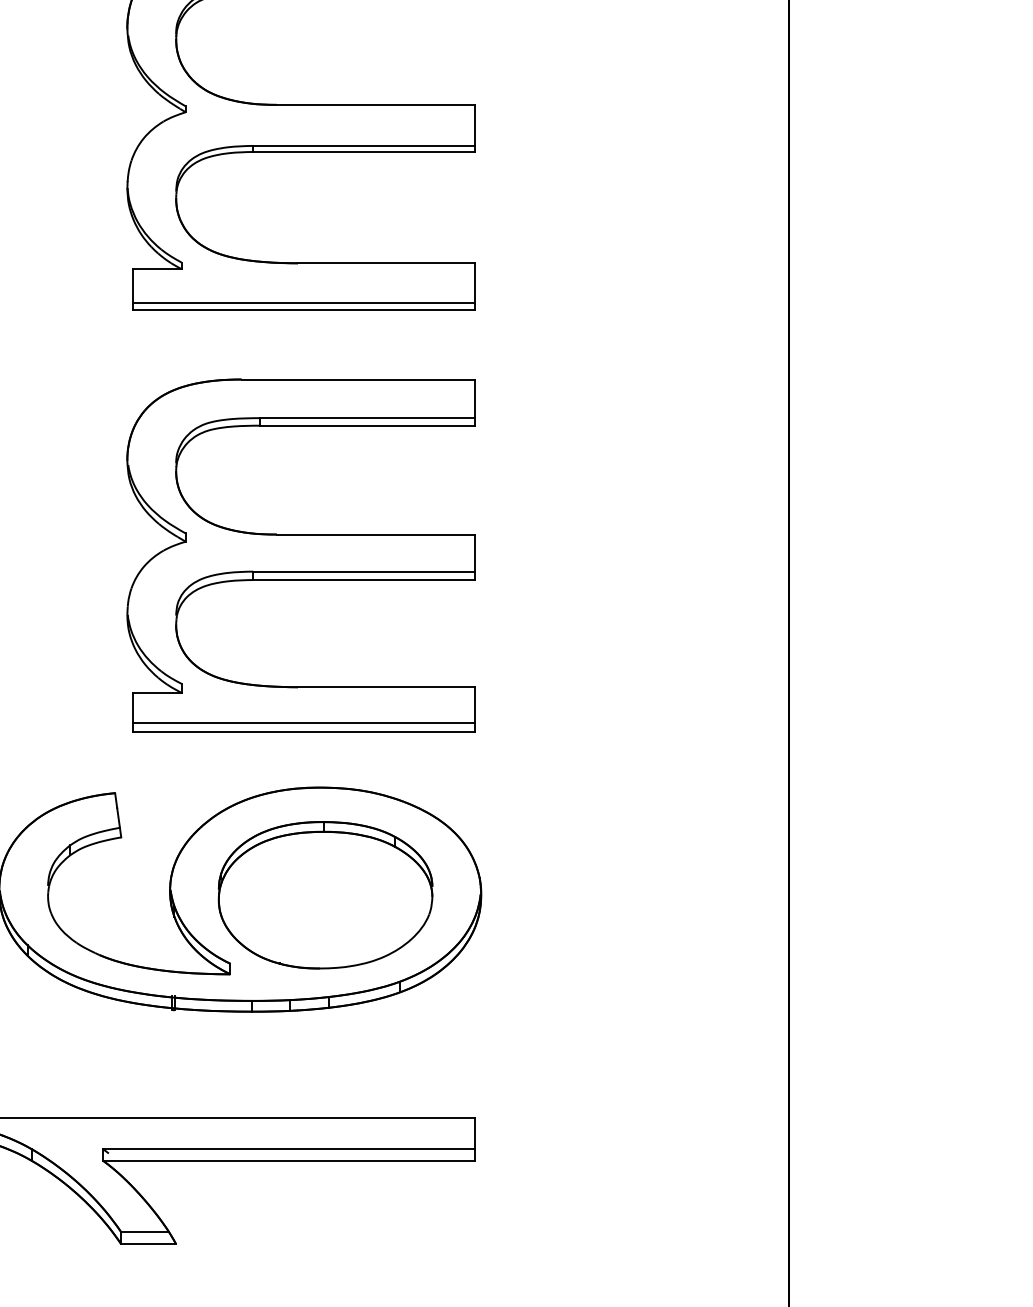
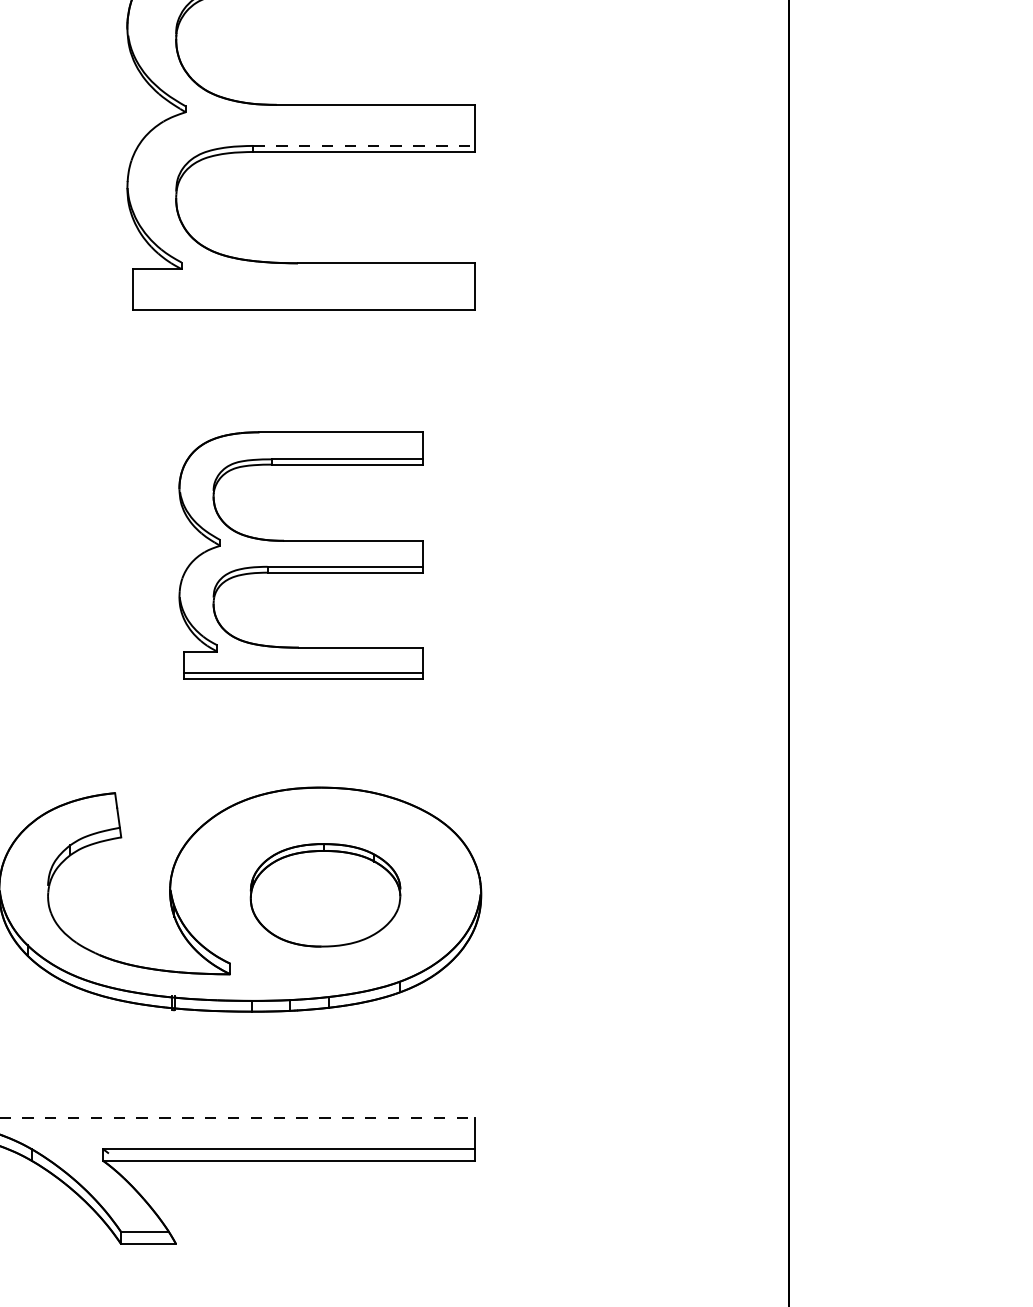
line at (364, 145): solid -> dashed
line at (304, 302): present -> none
part at (300, 555) size: 350x355 px -> 246x249 px
part at (325, 895) size: 217x149 px -> 153x105 px
line at (238, 1118): solid -> dashed
